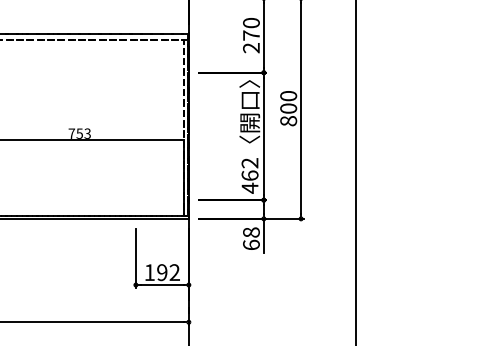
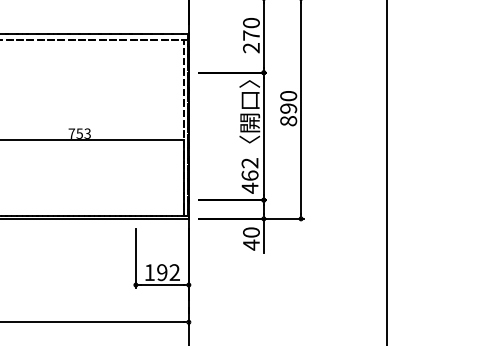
text at (288, 108): 800 -> 890
line at (355, 172) position: (355, 172) -> (386, 172)
text at (251, 238): 68 -> 40
